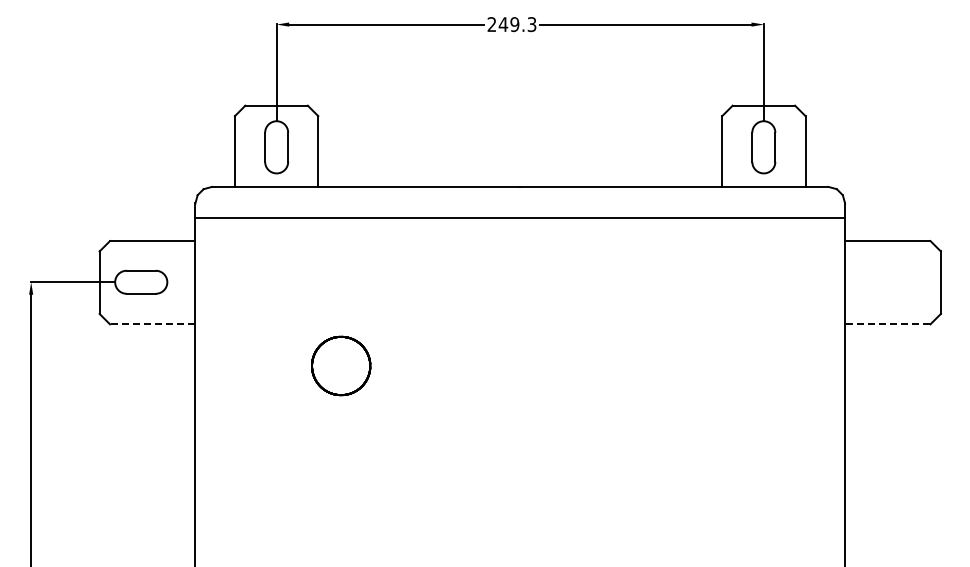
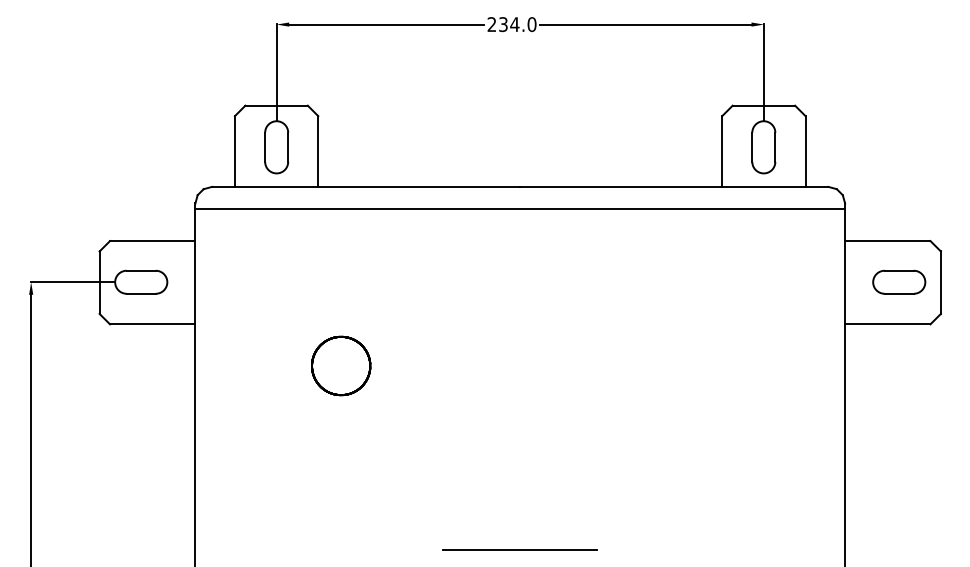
text at (517, 24): 249.3 -> 234.0
line at (520, 217) position: (520, 217) -> (520, 208)
part at (899, 281): none -> present
line at (152, 324): dashed -> solid
line at (887, 324): dashed -> solid
line at (520, 549): none -> present
